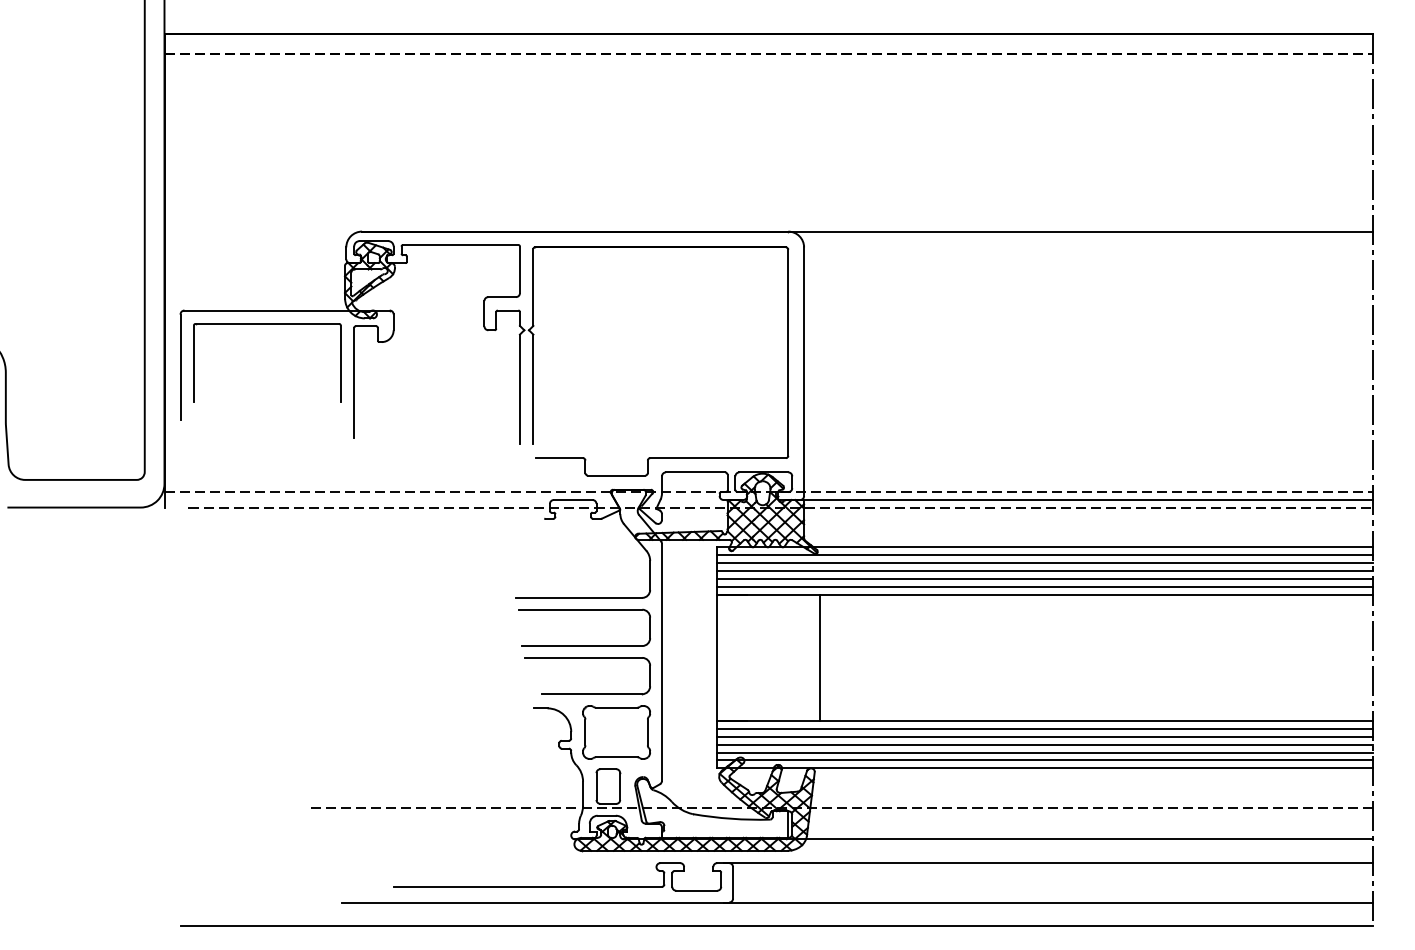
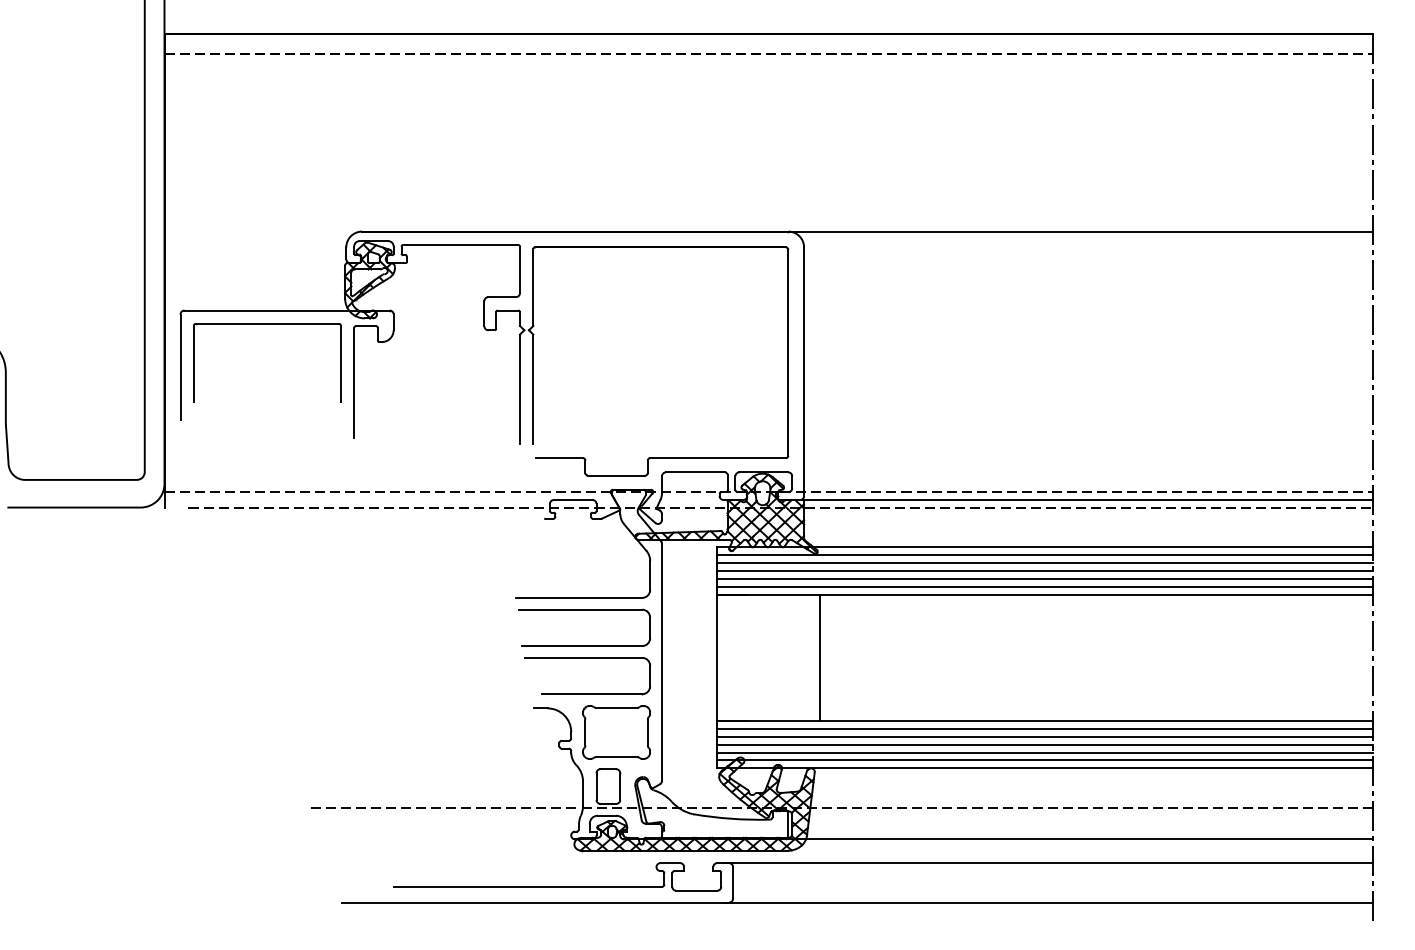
line at (776, 926): present -> none
